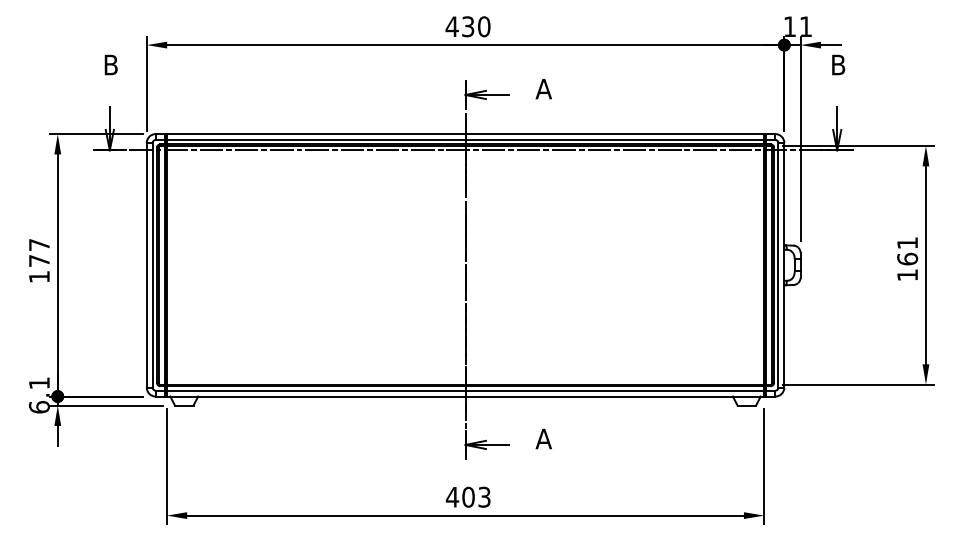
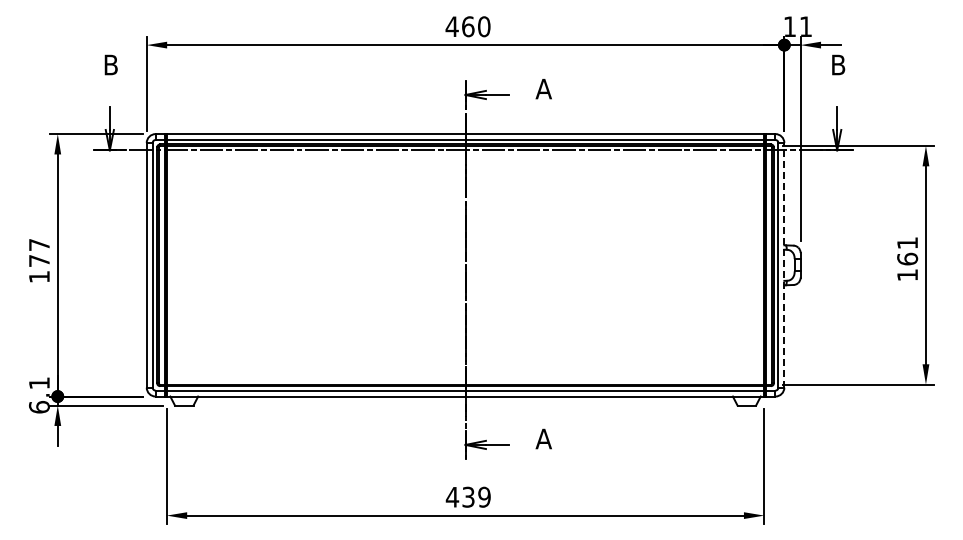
text at (468, 26): 430 -> 460
line at (784, 264): solid -> dashed
text at (476, 496): 403 -> 439
